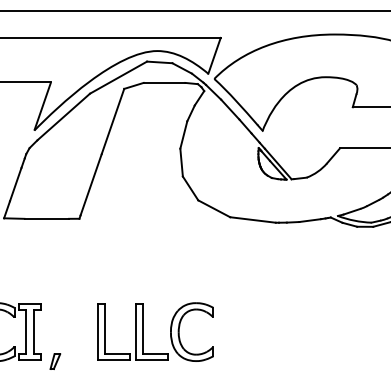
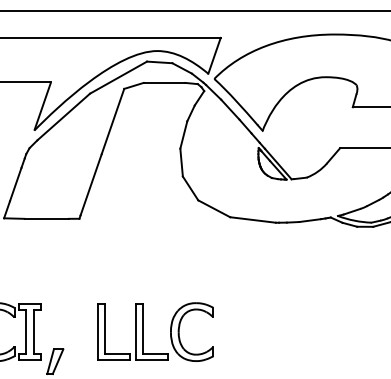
part at (55, 361) size: 13x17 px -> 19x27 px
